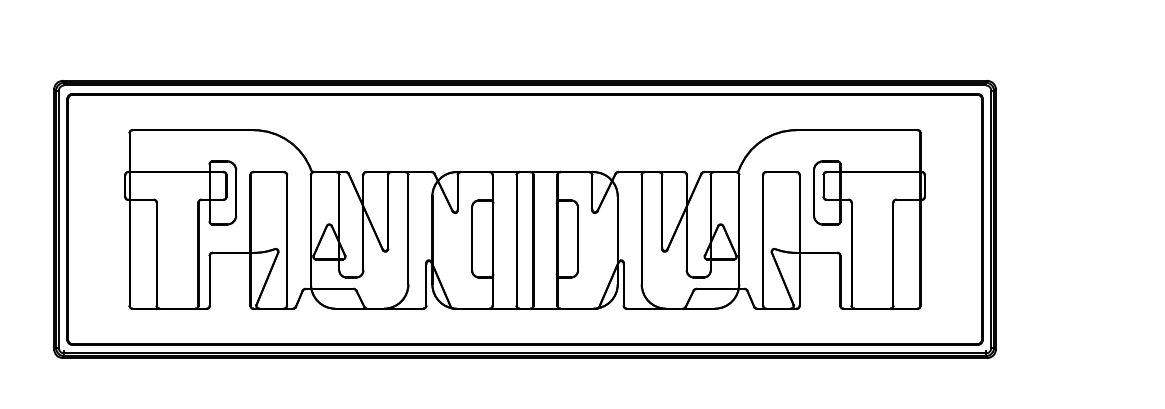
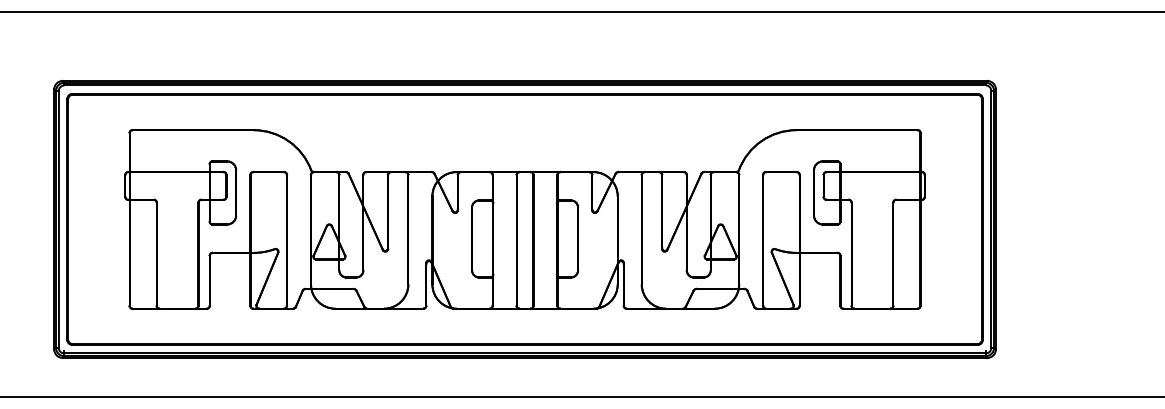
line at (581, 12): none -> present
line at (581, 396): none -> present
